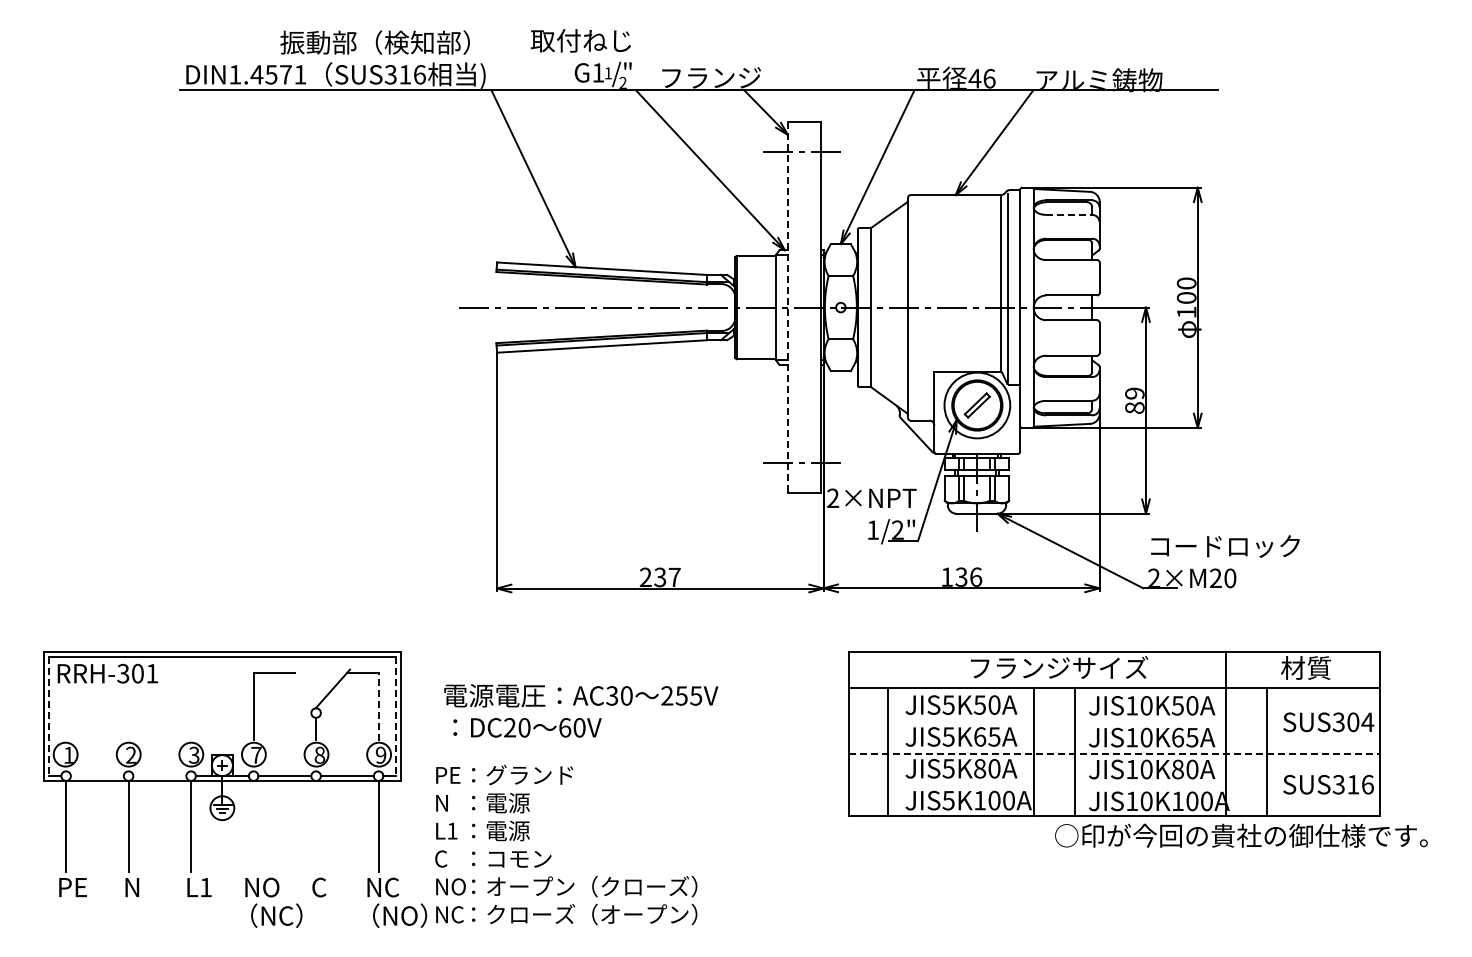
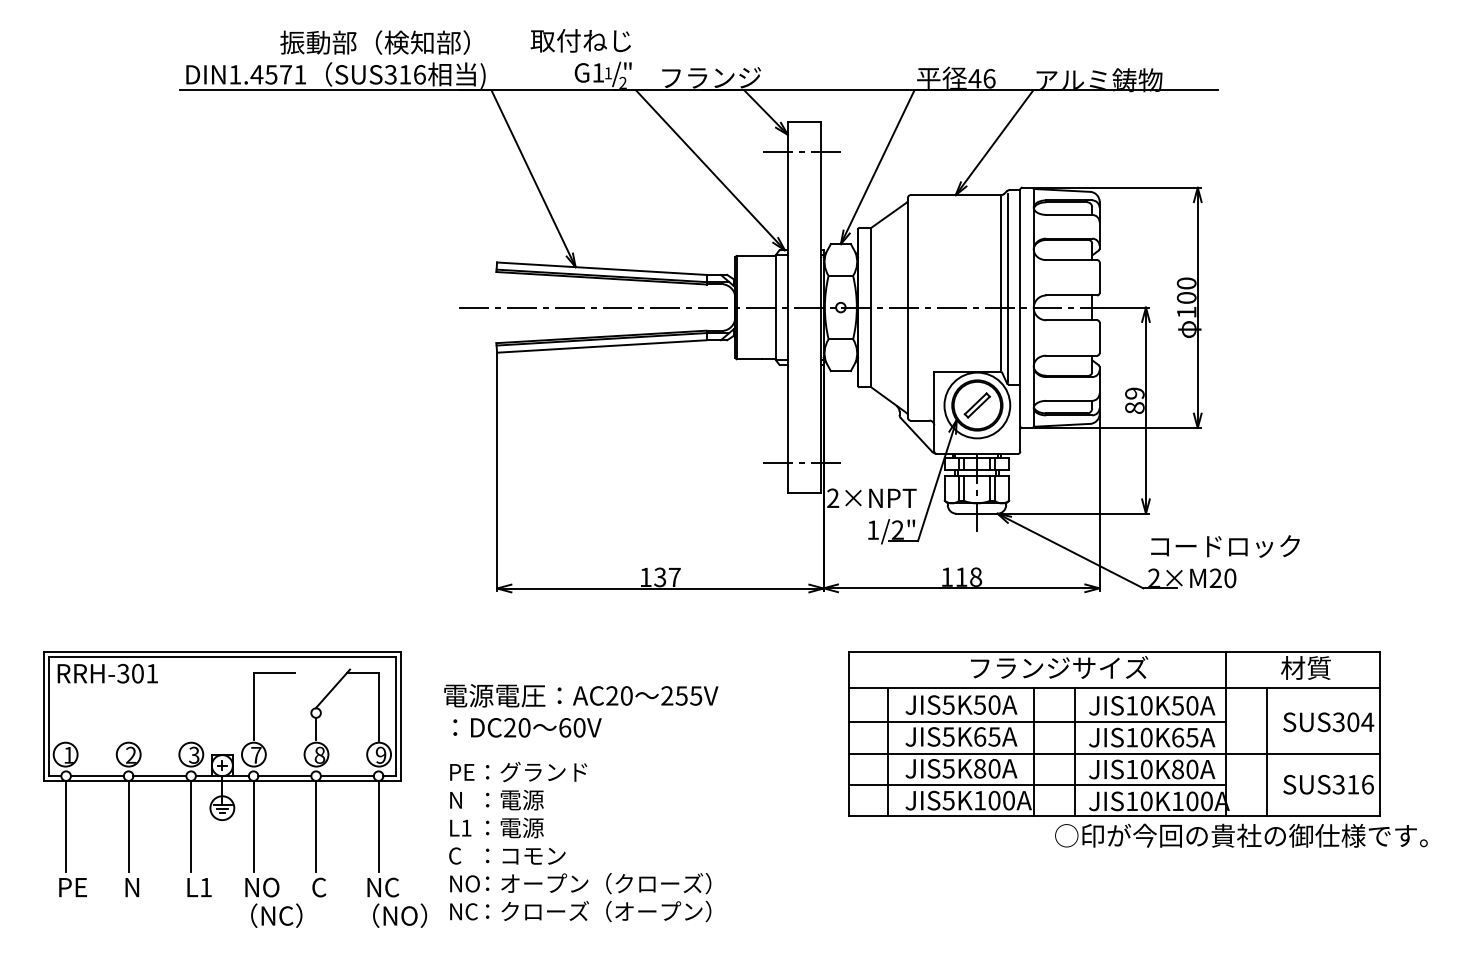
line at (1069, 214): dashed -> solid
line at (787, 308): dashed -> solid
text at (645, 576): 237 -> 137
text at (968, 576): 136 -> 118
text at (612, 695): AC30 -> AC20
line at (378, 706): dashed -> solid
line at (48, 716): dashed -> solid
line at (395, 716): dashed -> solid
line at (1037, 722): none -> present
line at (1114, 753): dashed -> solid
line at (96, 776): none -> present
line at (159, 776): none -> present
line at (1037, 784): none -> present
line at (253, 825): none -> present
line at (316, 825): none -> present
text at (566, 844) position: (566, 844) -> (580, 841)
